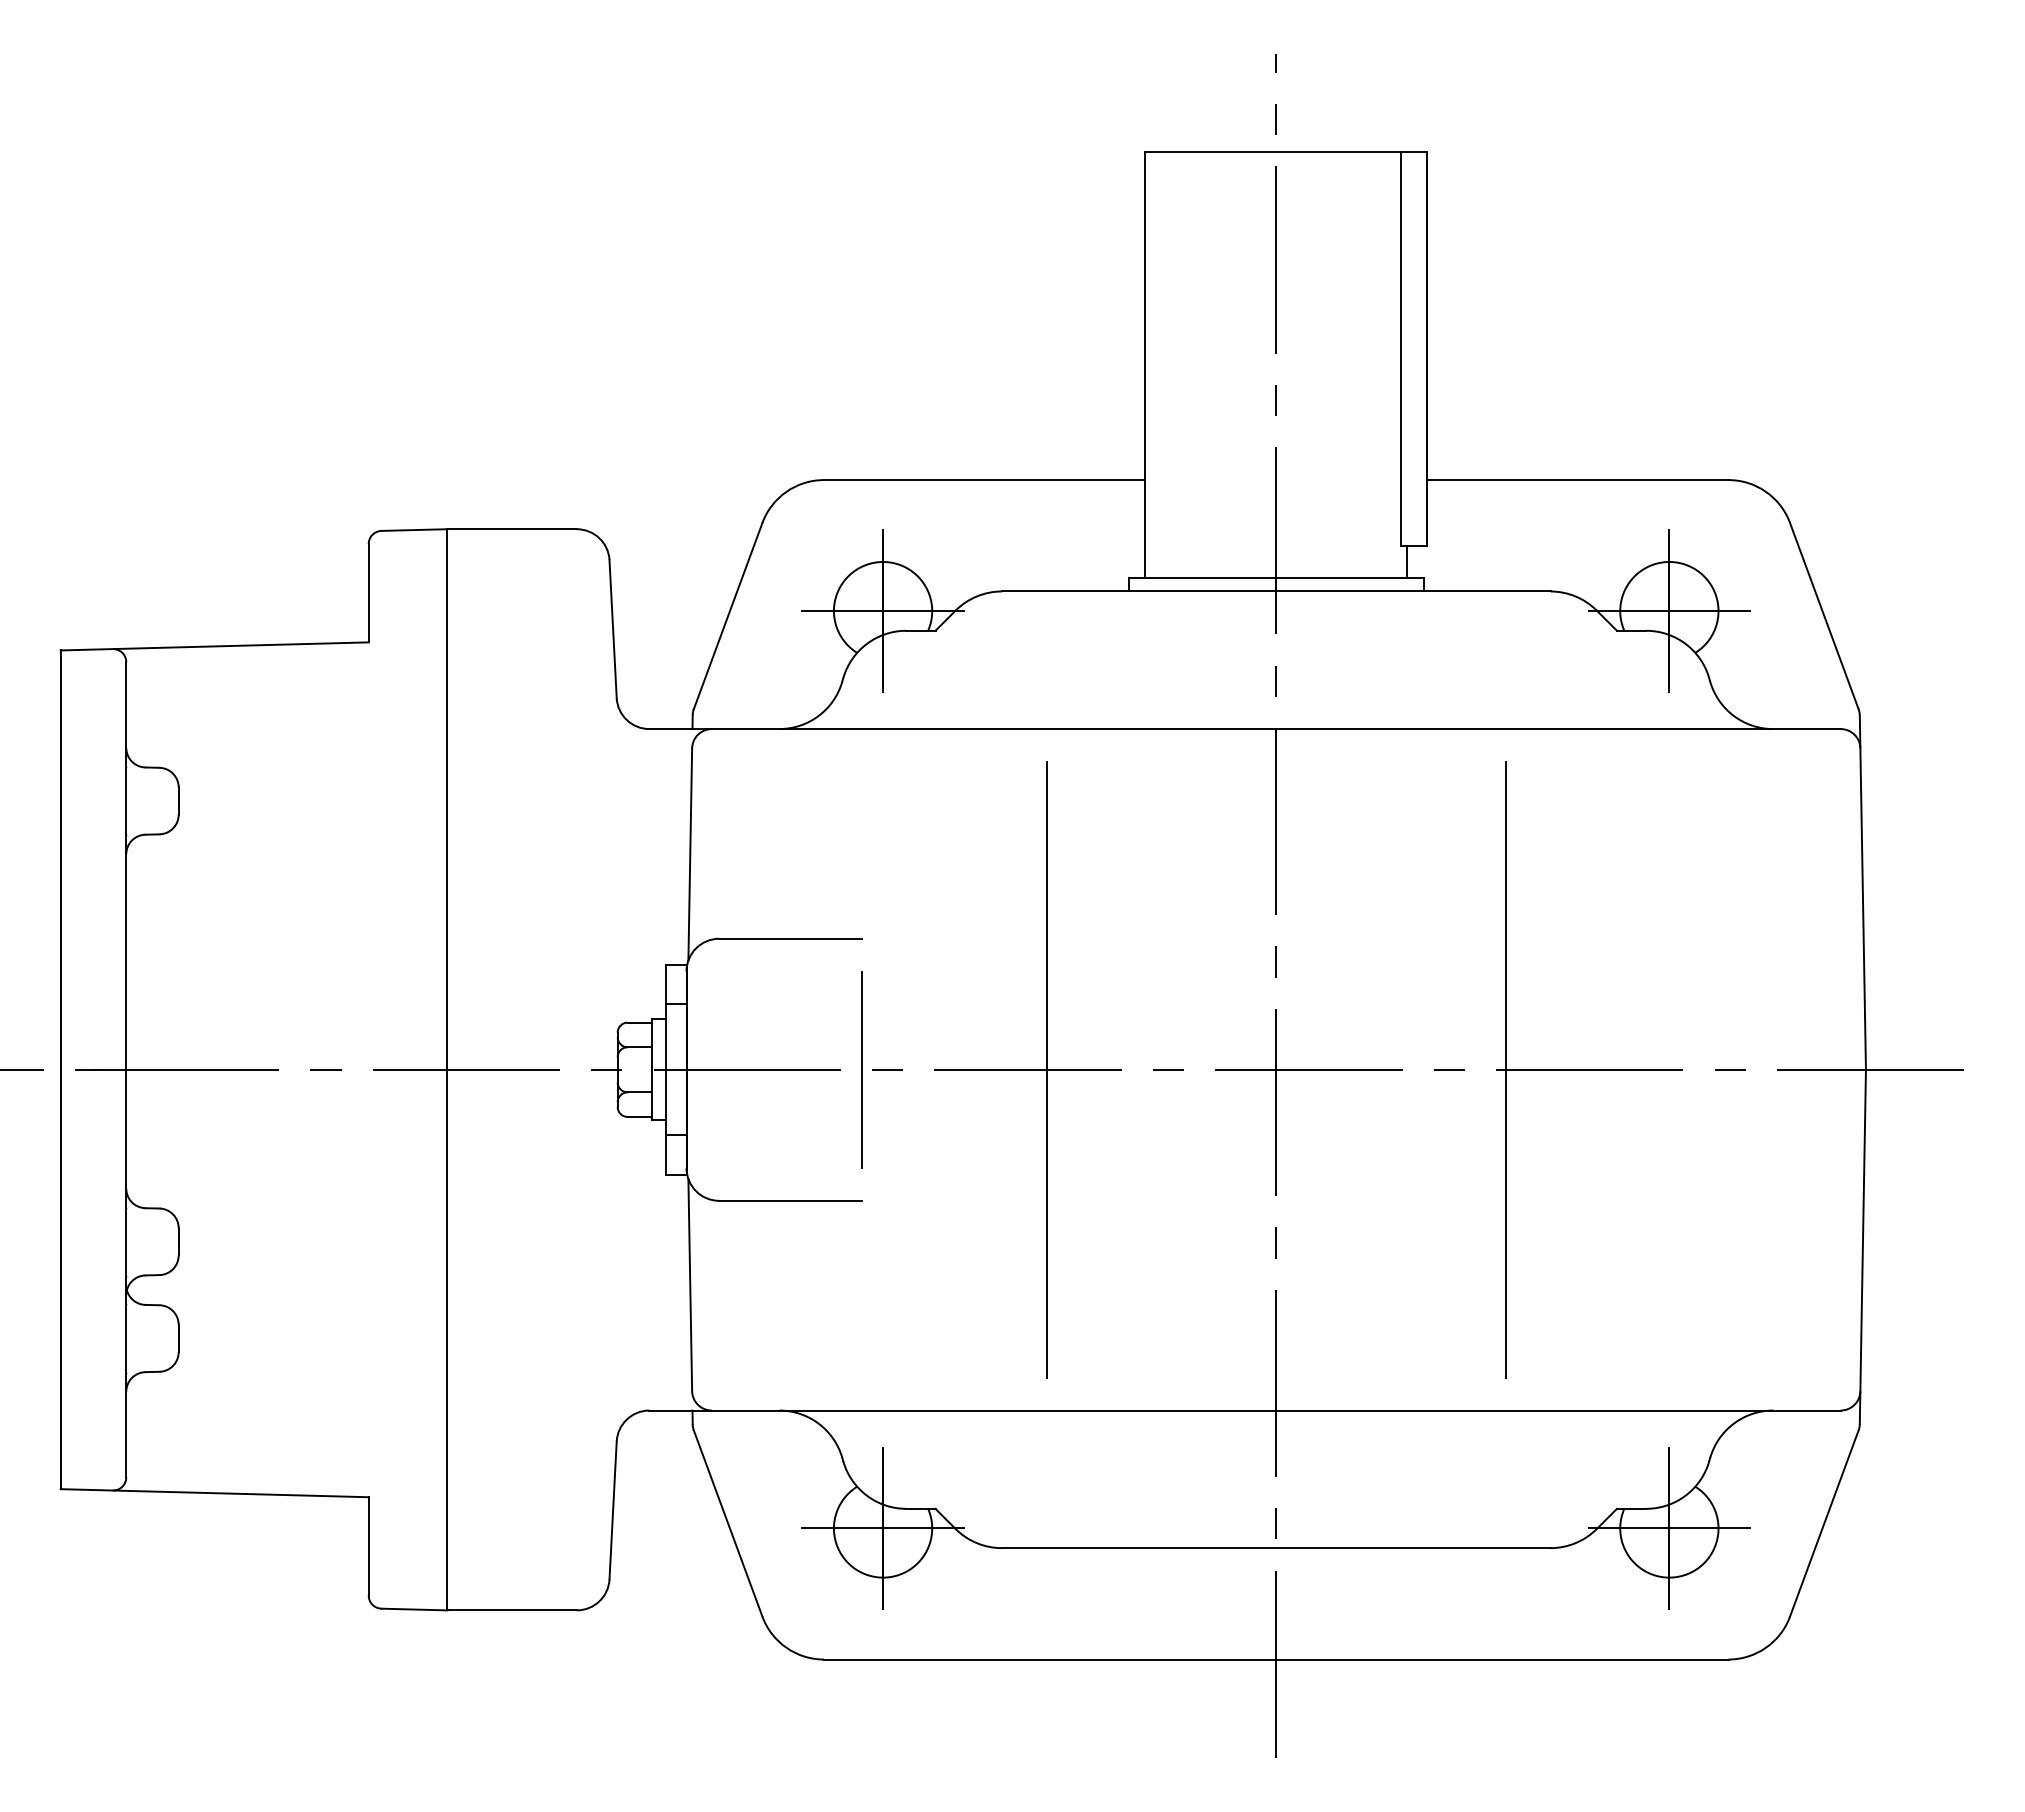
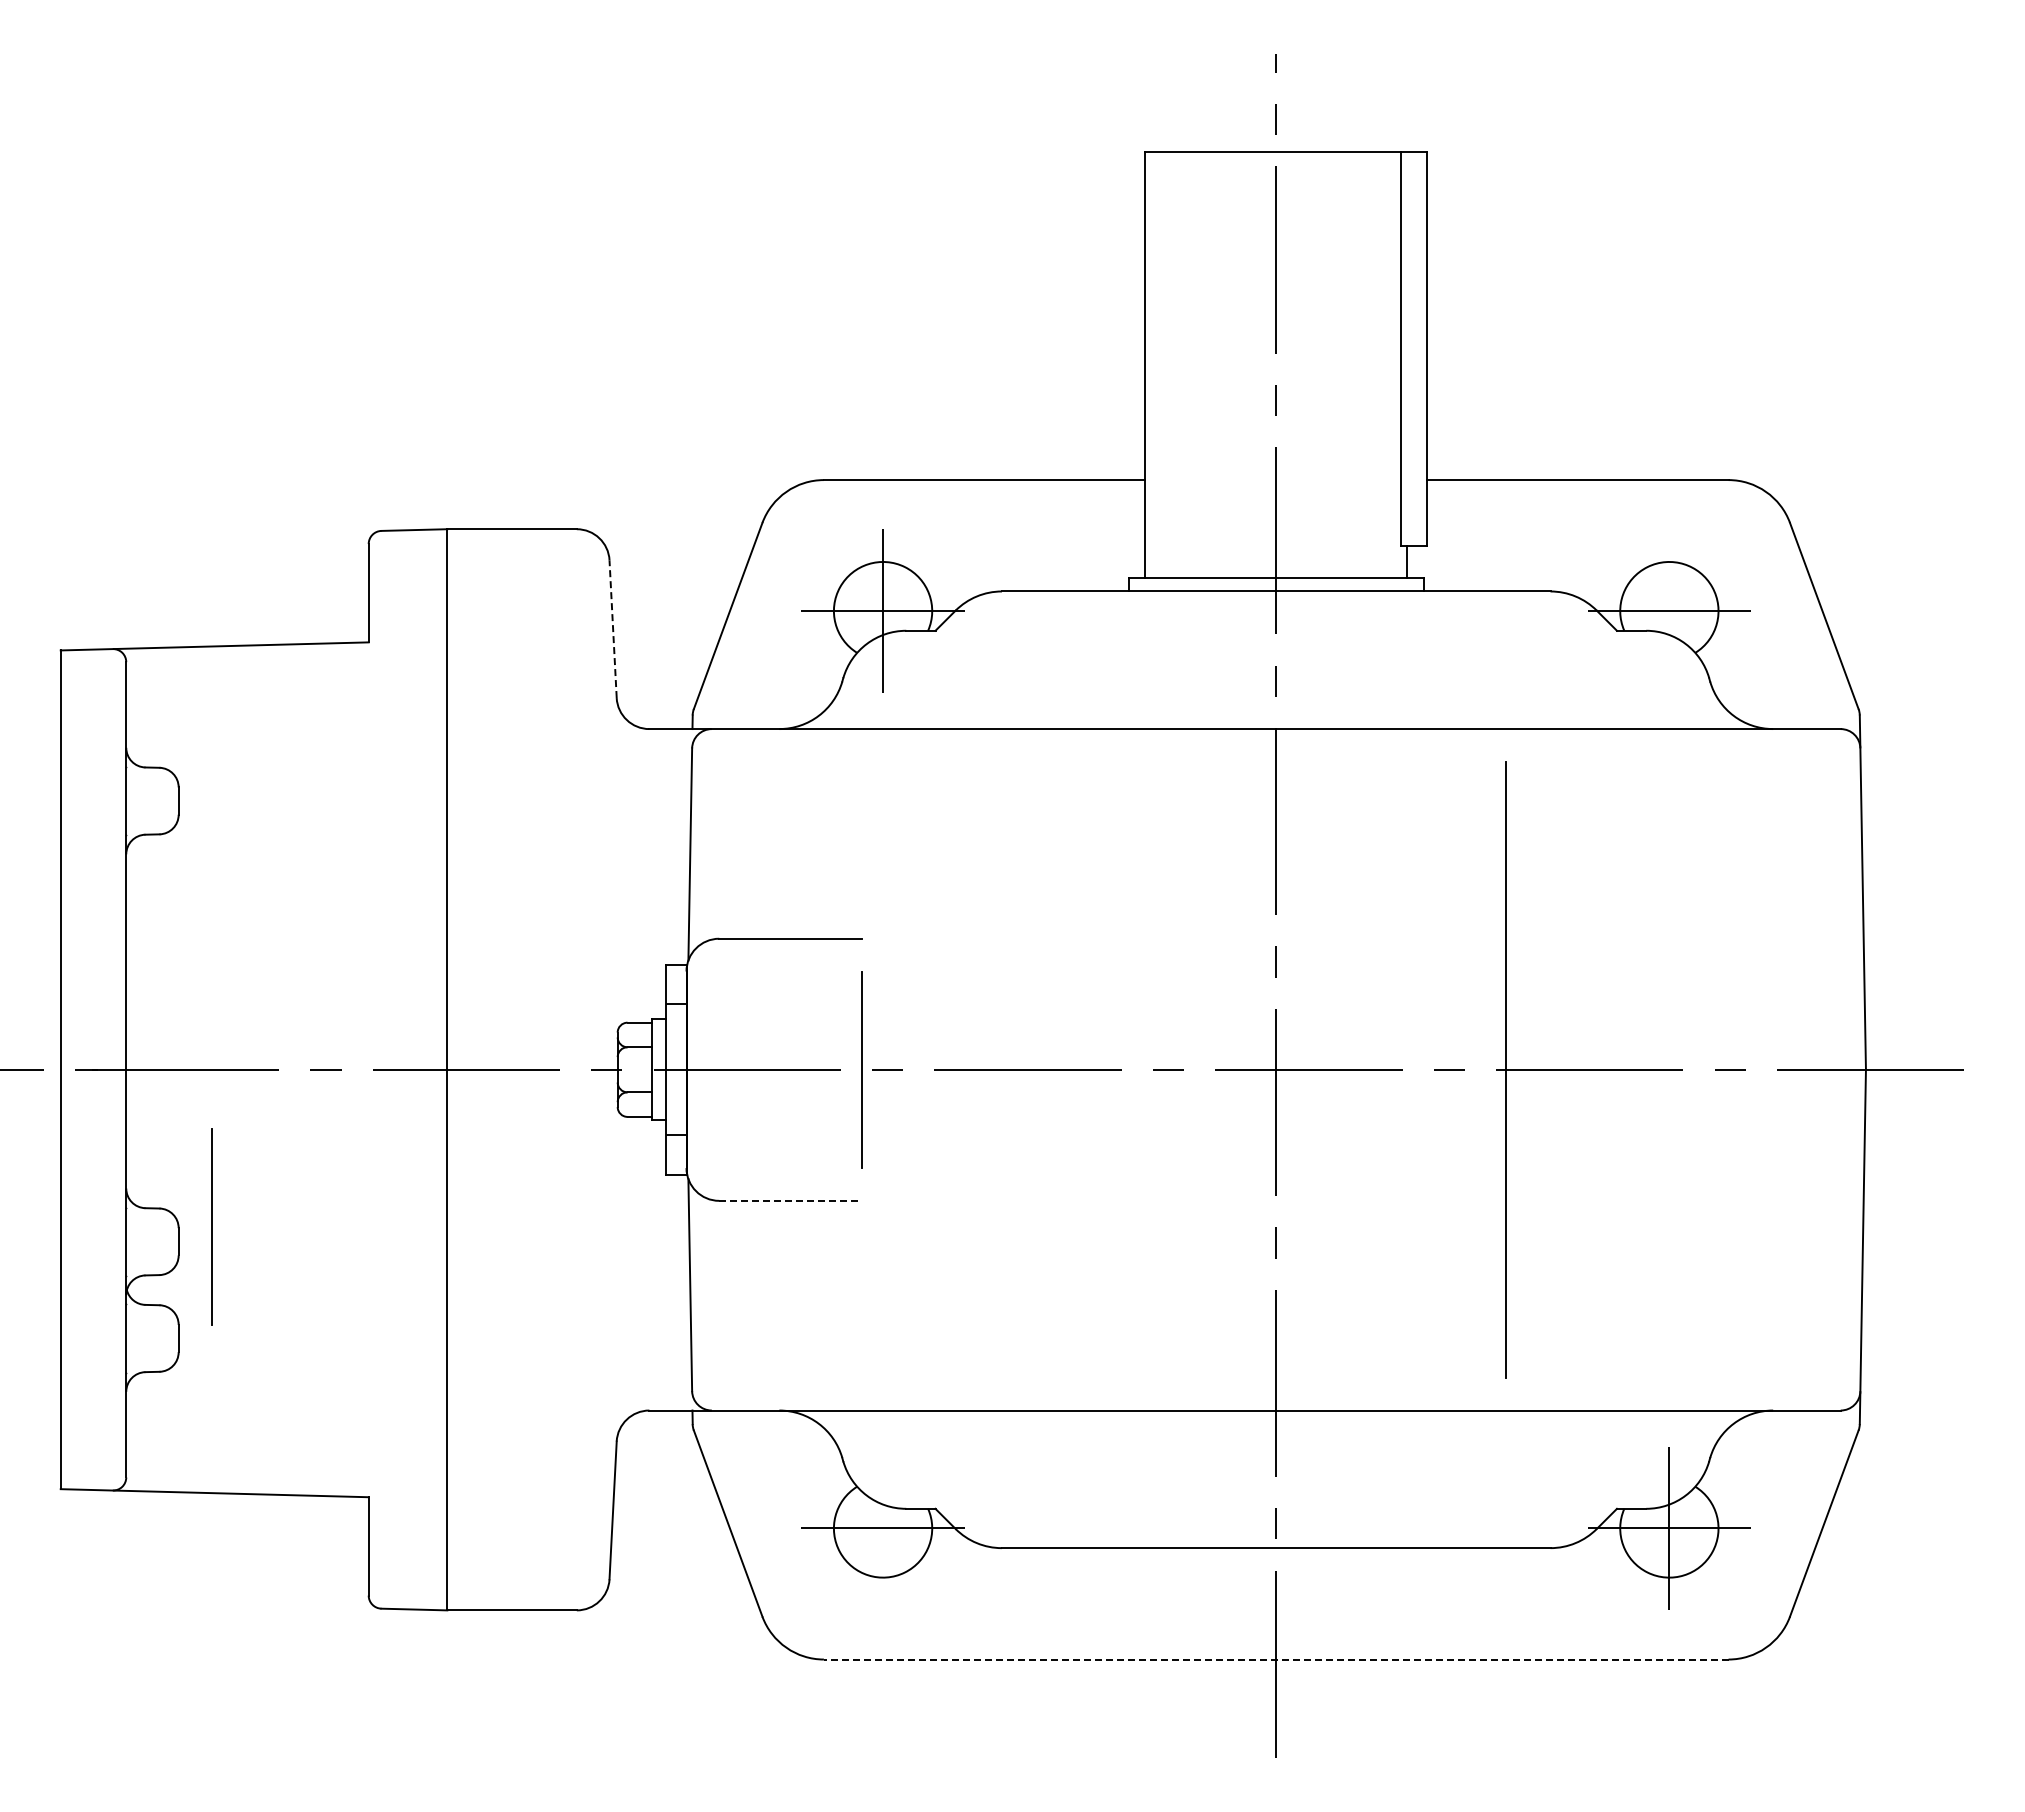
line at (1669, 610): present -> none
line at (613, 629): solid -> dashed
line at (1046, 1069): present -> none
line at (791, 1200): solid -> dashed
line at (211, 1226): none -> present
line at (883, 1528): present -> none
line at (1275, 1659): solid -> dashed
